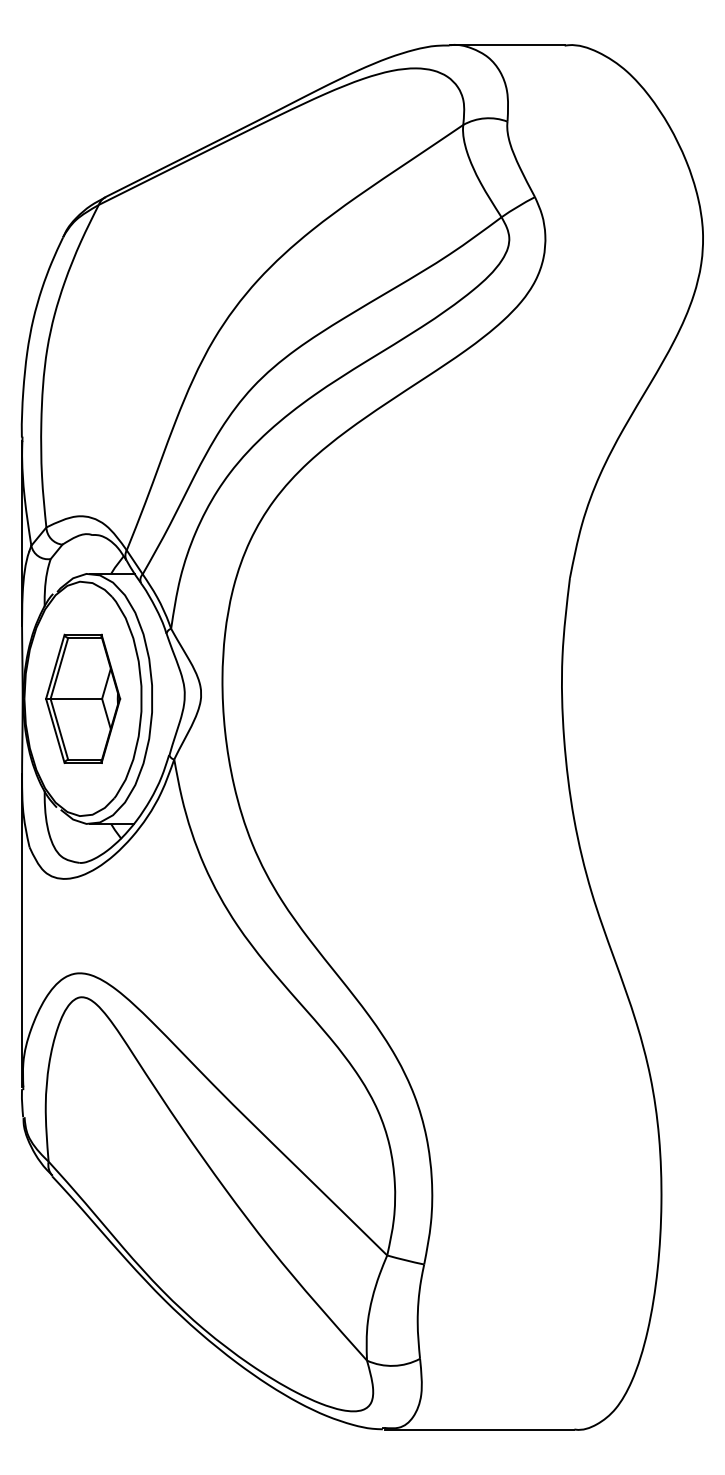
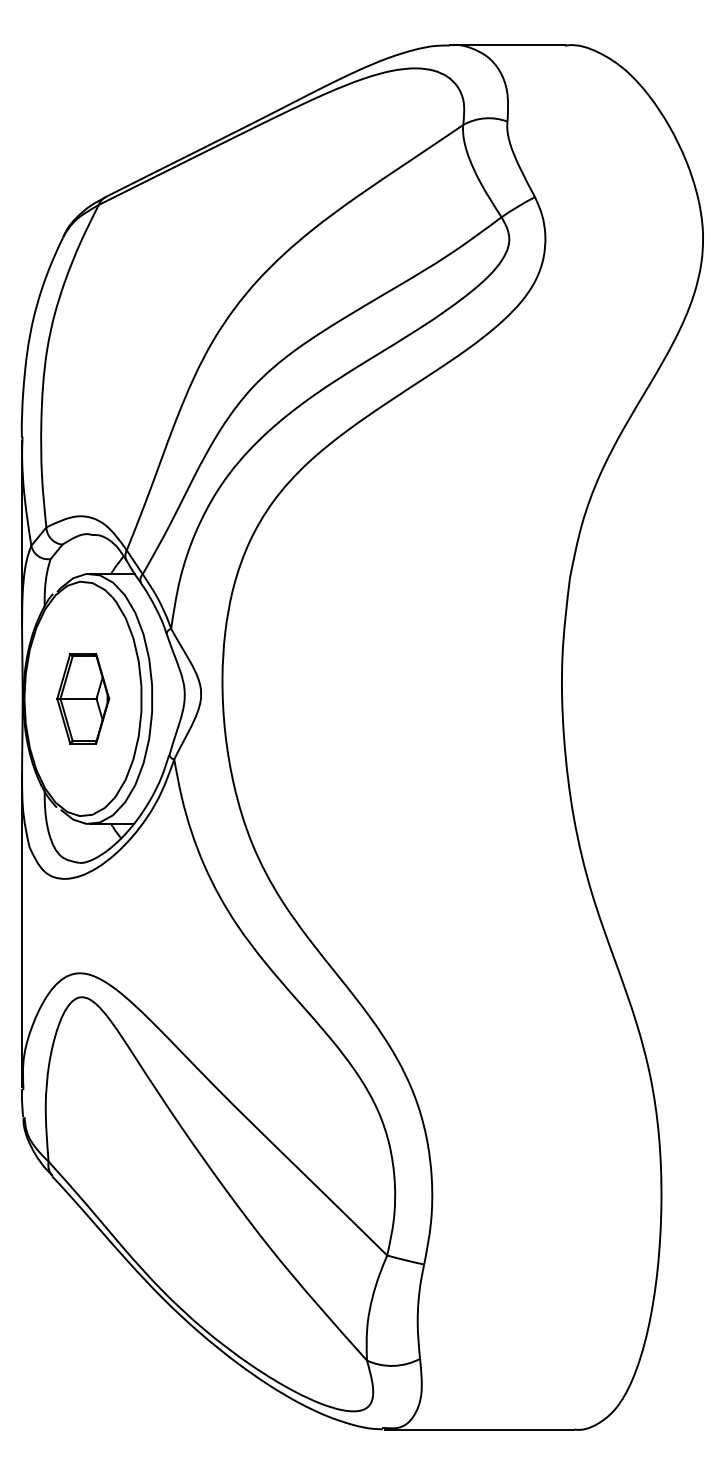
part at (83, 698) size: 77x131 px -> 55x93 px
